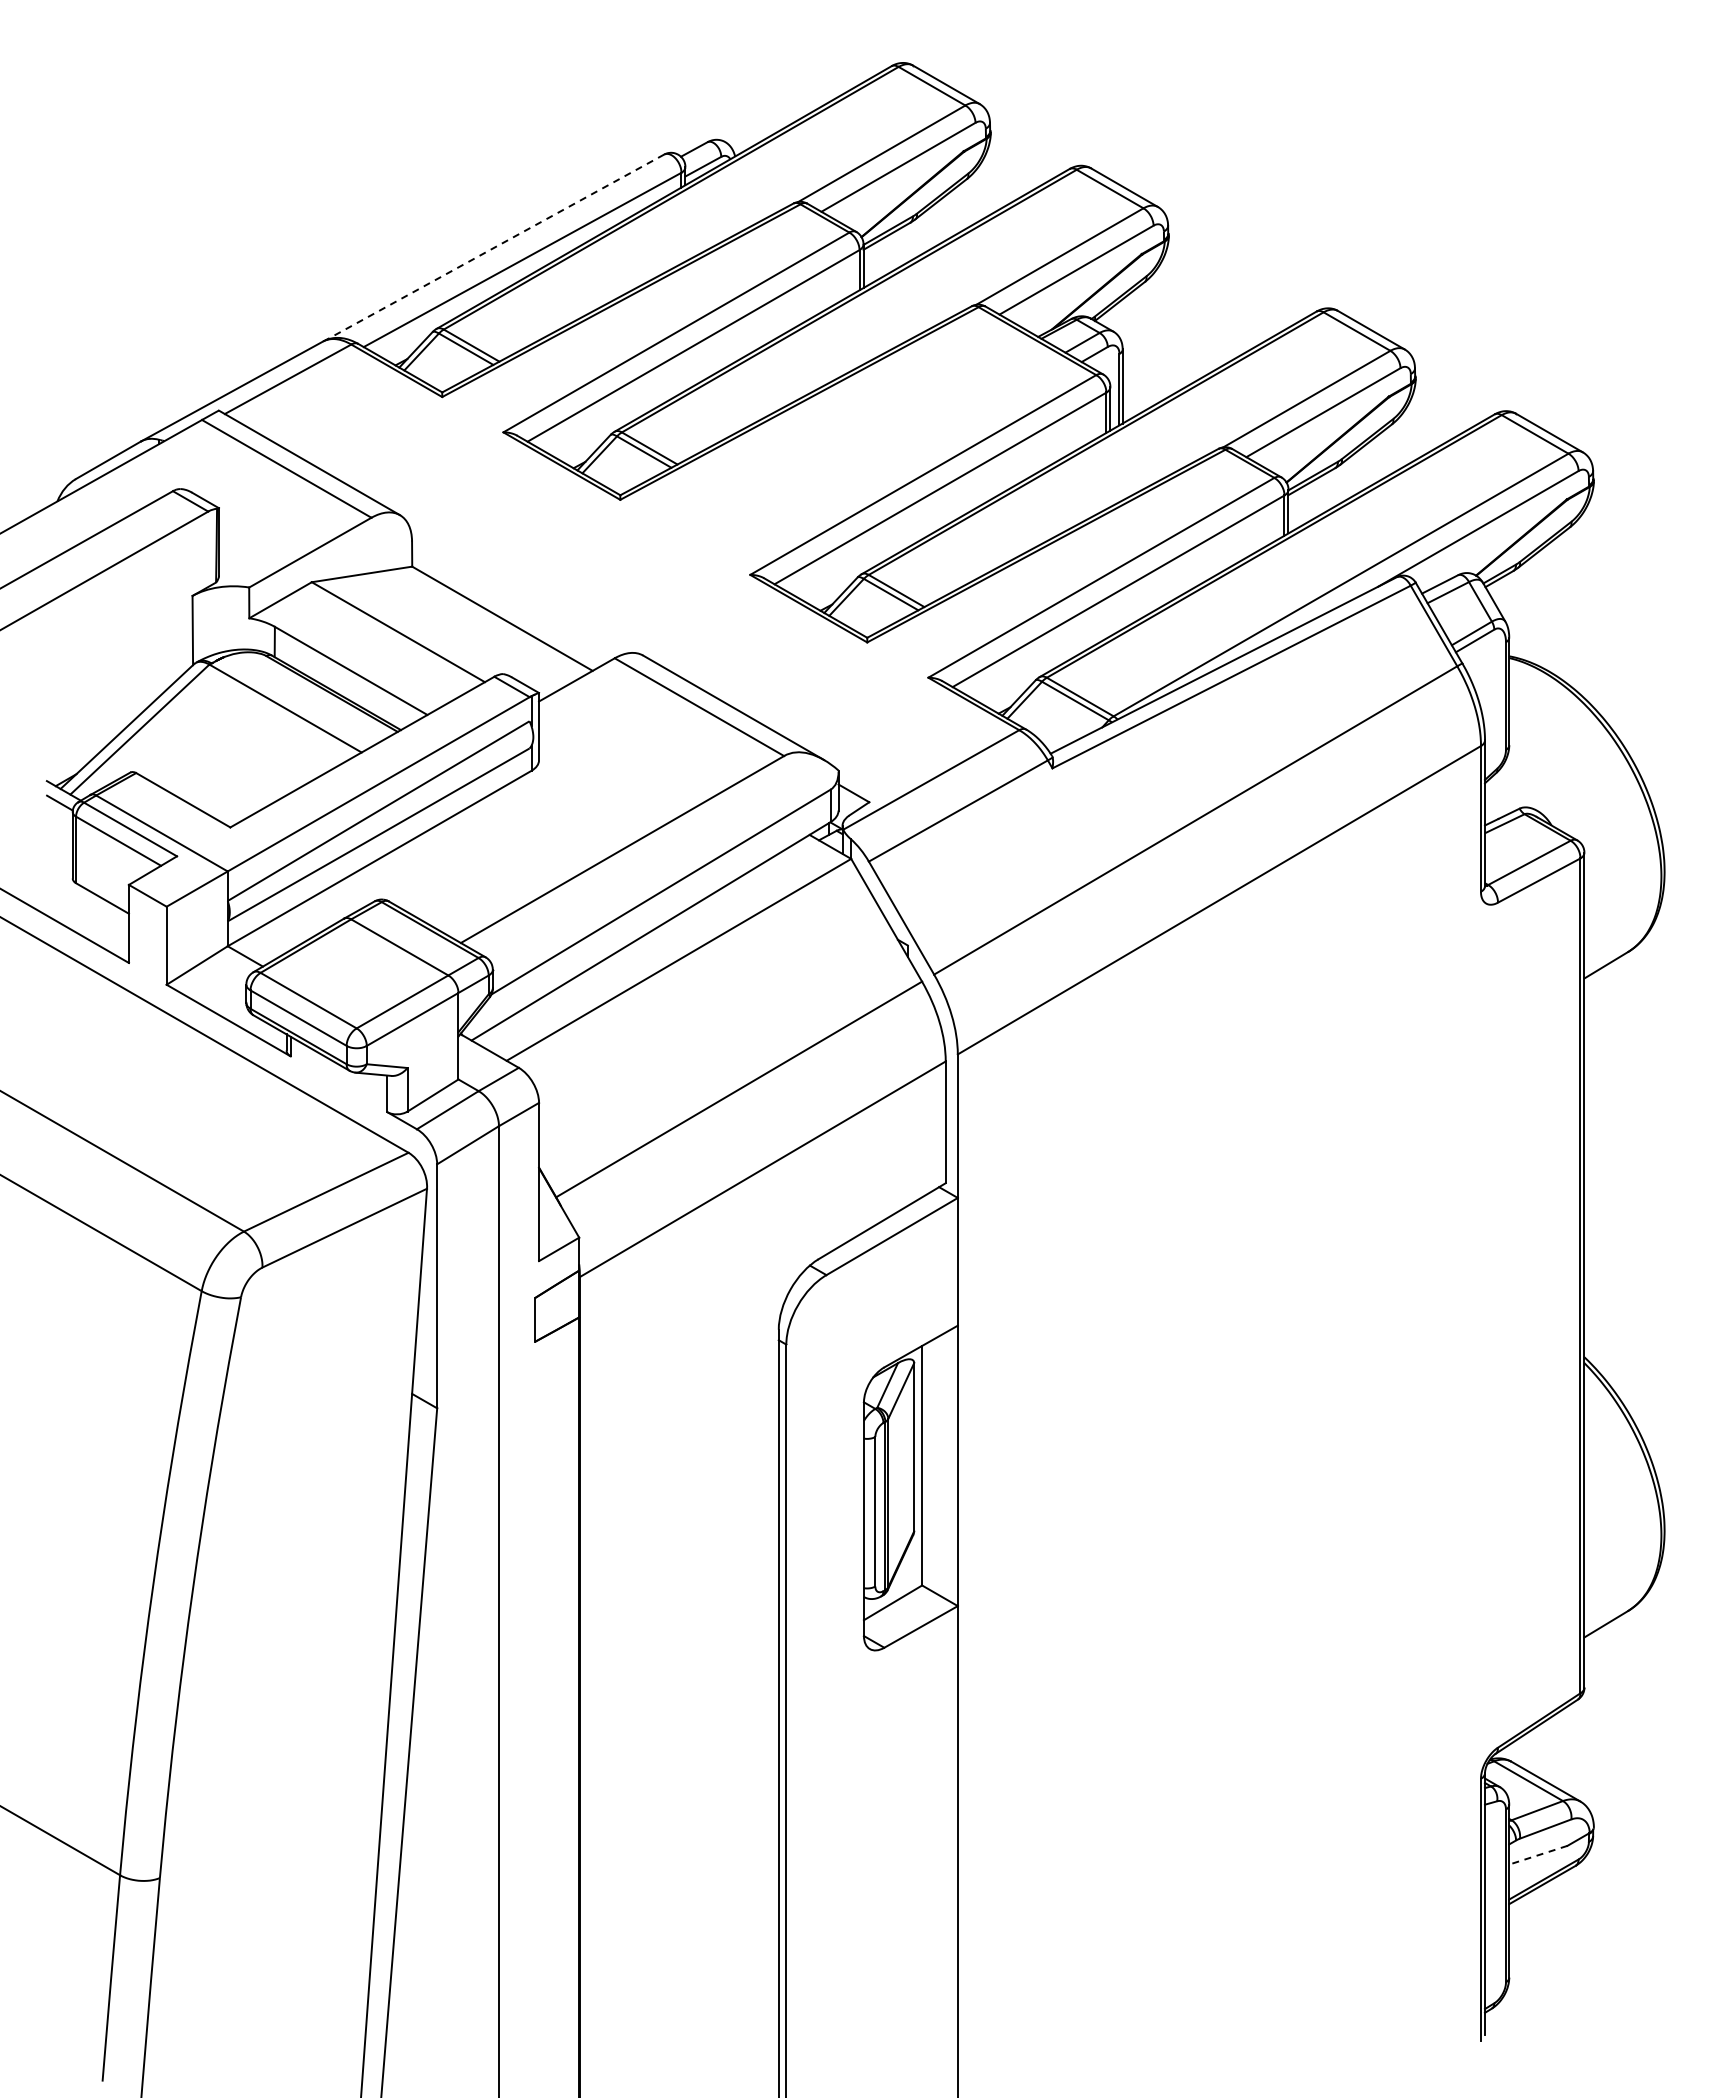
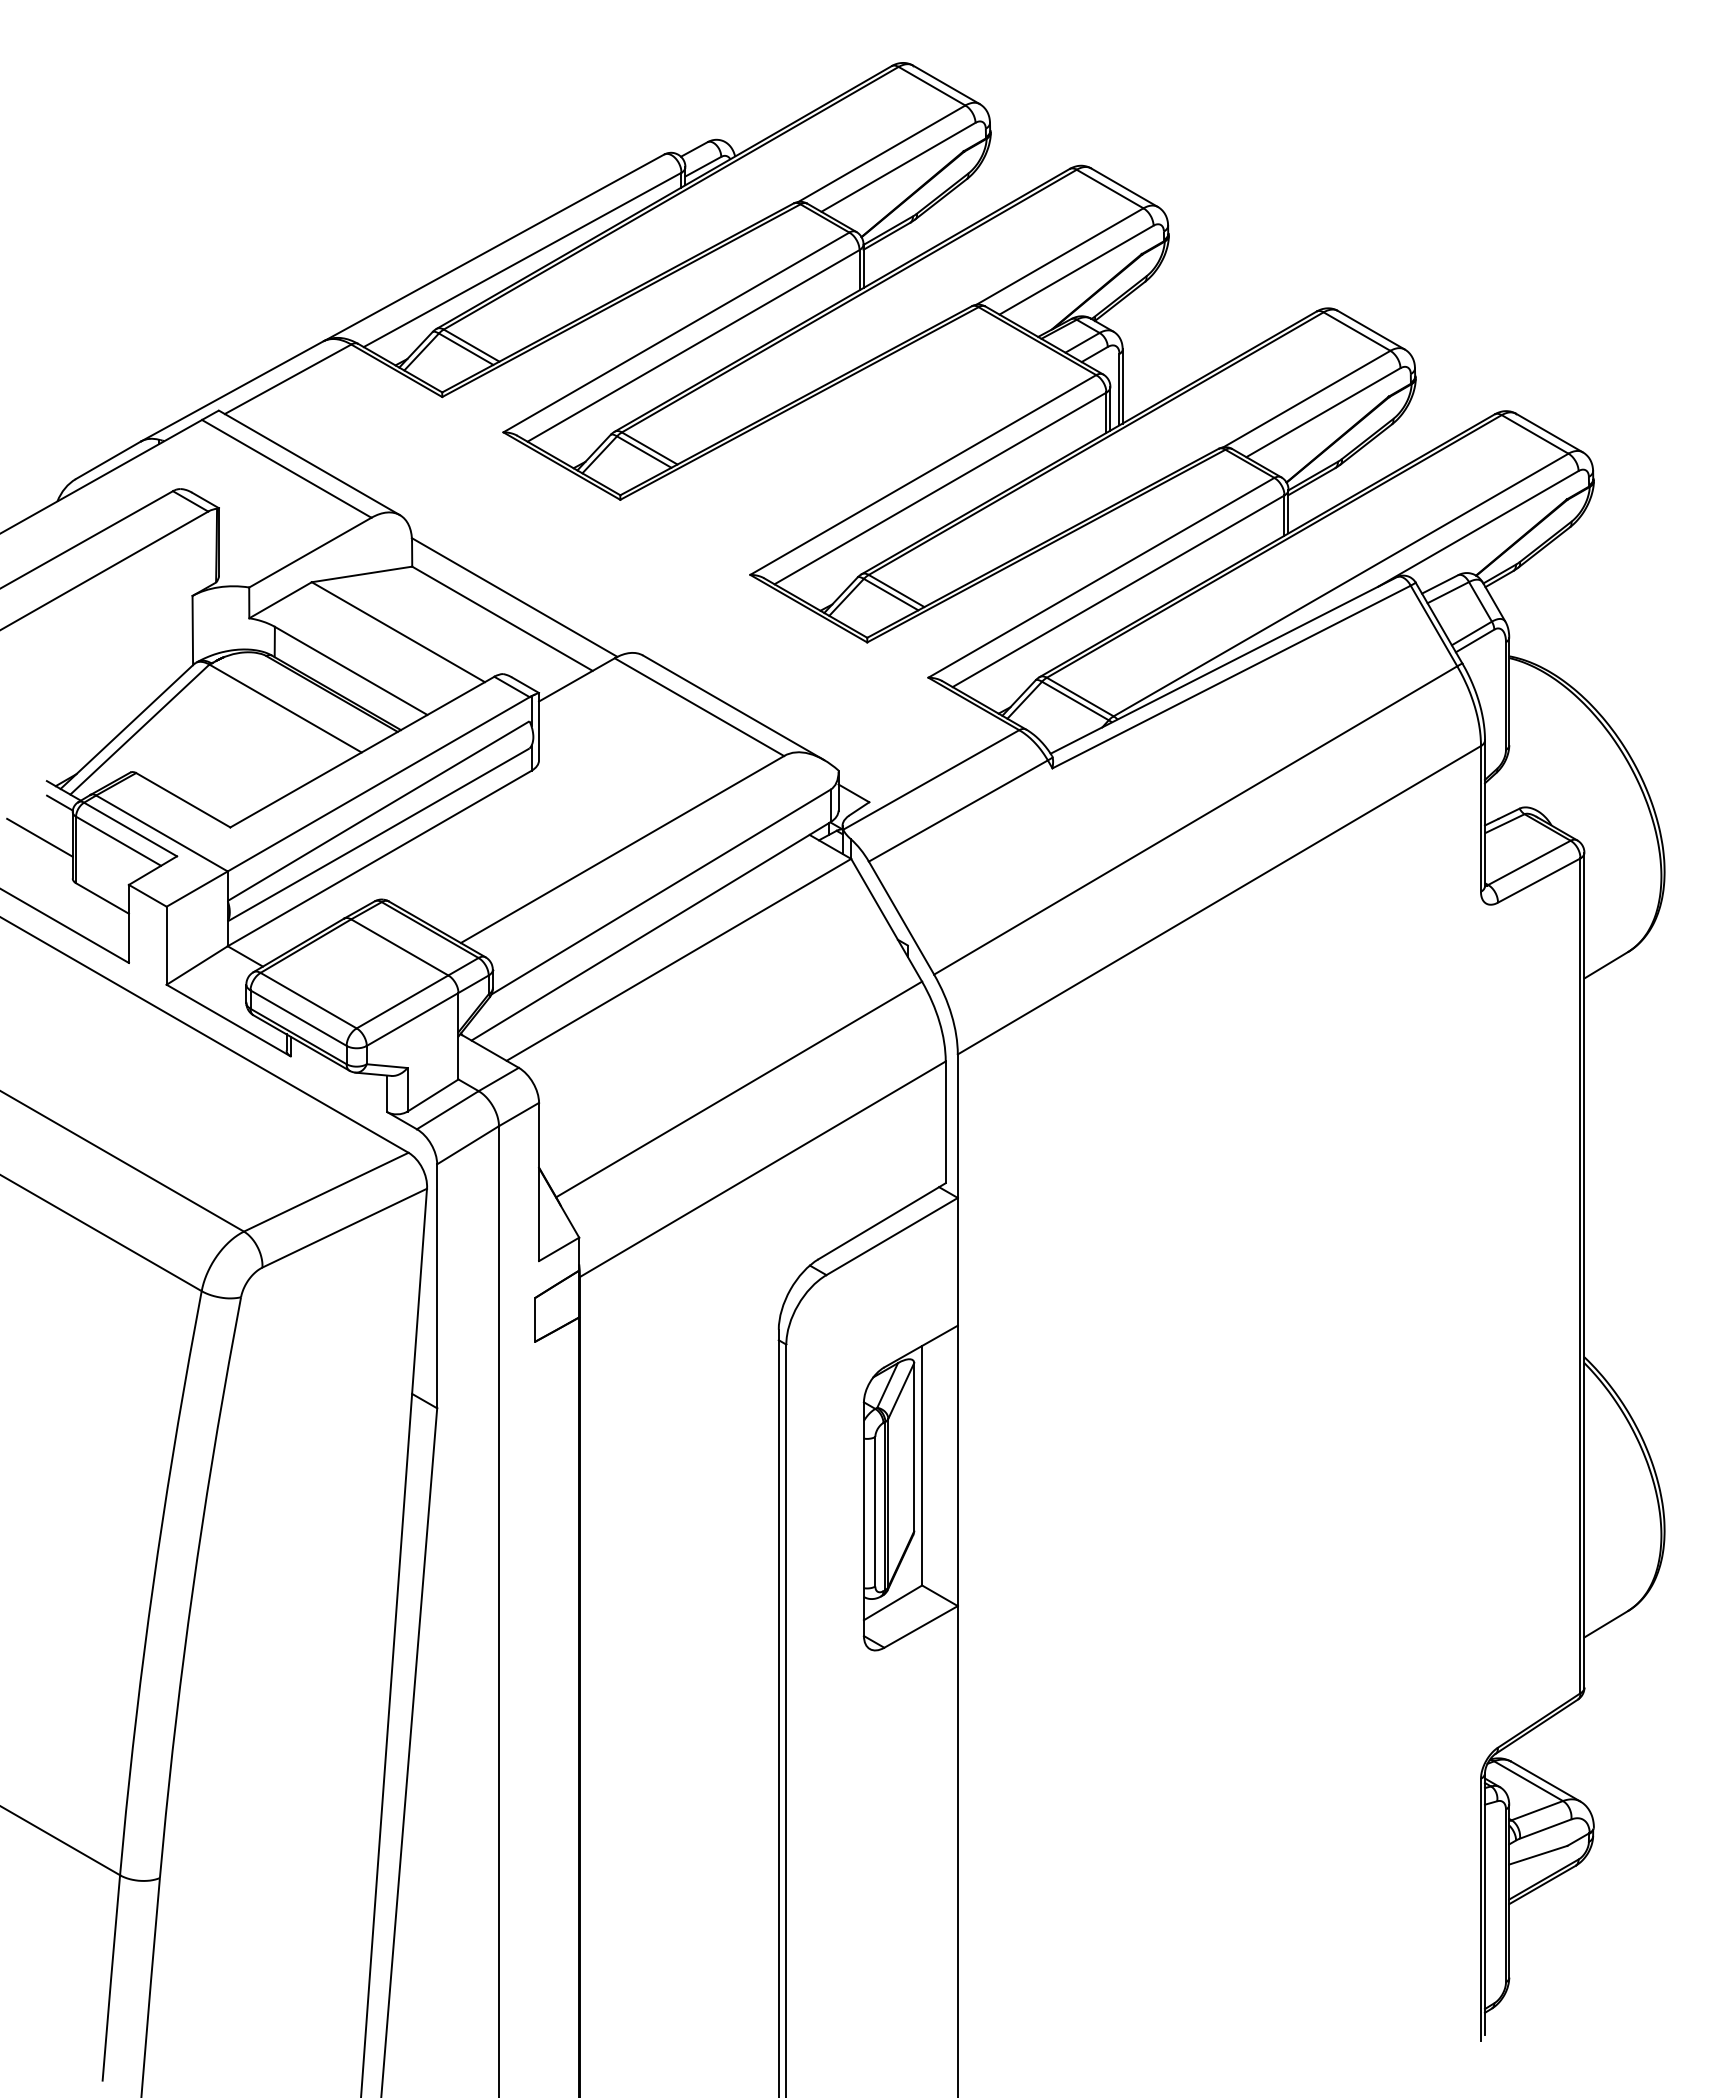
line at (494, 247): dashed -> solid
line at (514, 597): none -> present
line at (39, 837): none -> present
line at (1538, 1855): dashed -> solid
